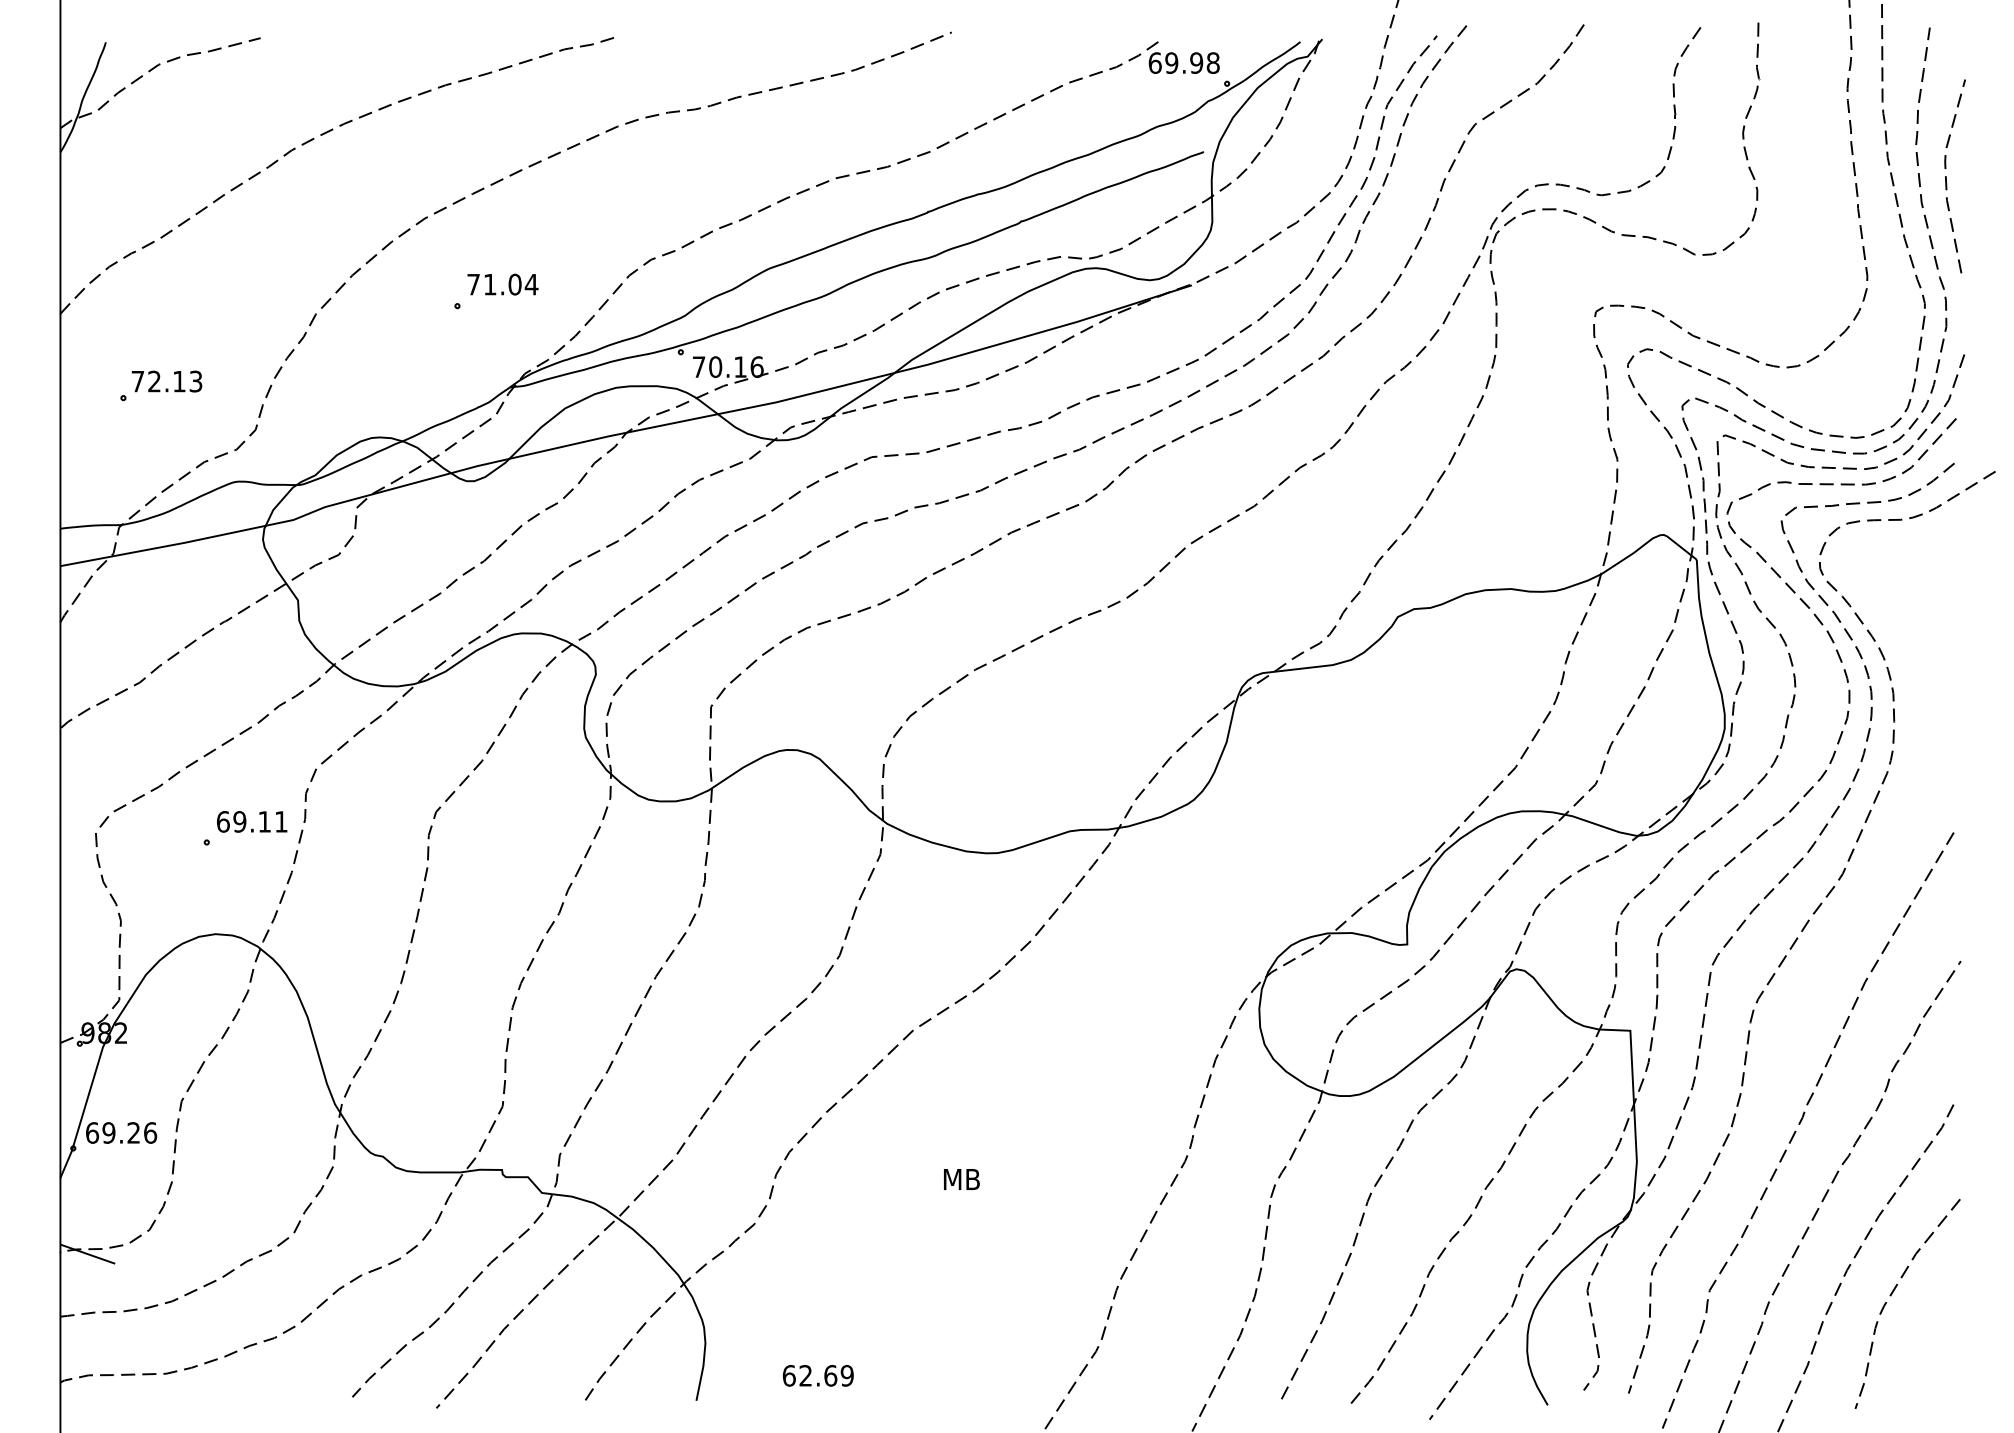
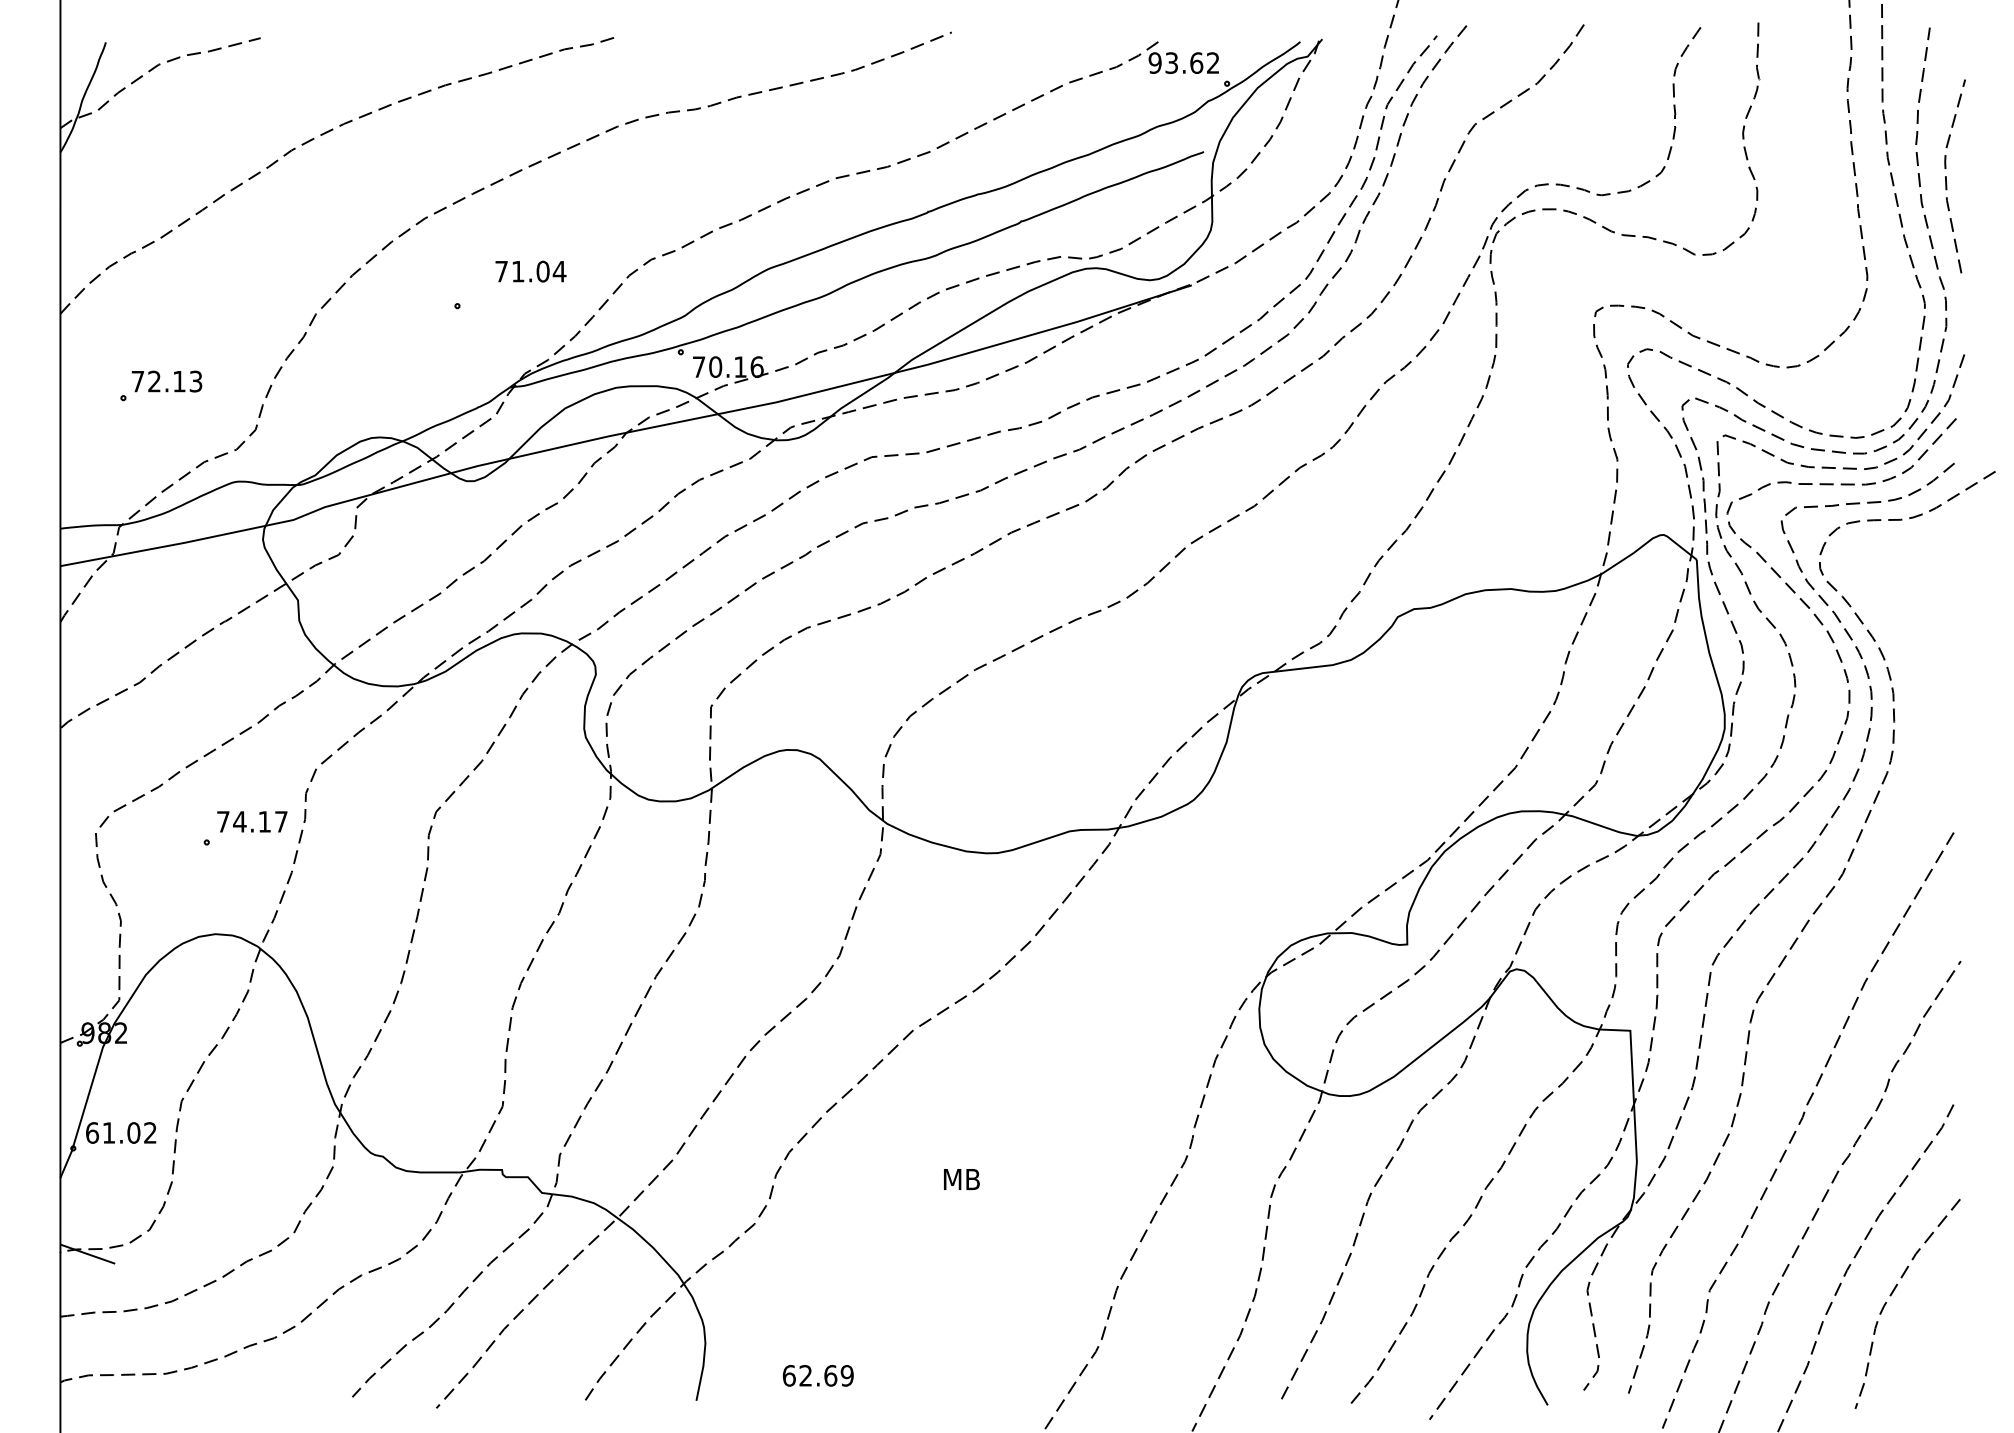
text at (1183, 62): 69.98 -> 93.62
text at (502, 284) position: (502, 284) -> (530, 271)
text at (252, 821): 69.11 -> 74.17
text at (129, 1132): 69.26 -> 61.02
